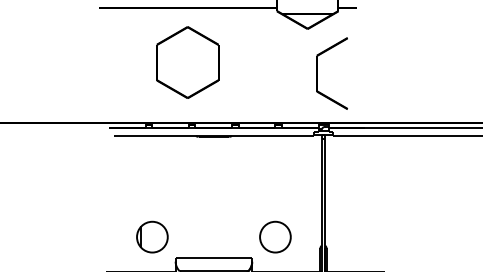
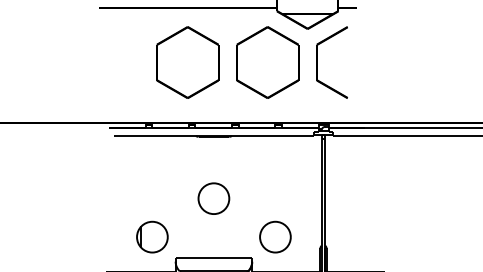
part at (267, 62): none -> present
part at (317, 73) position: (317, 73) -> (317, 62)
part at (213, 198): none -> present
